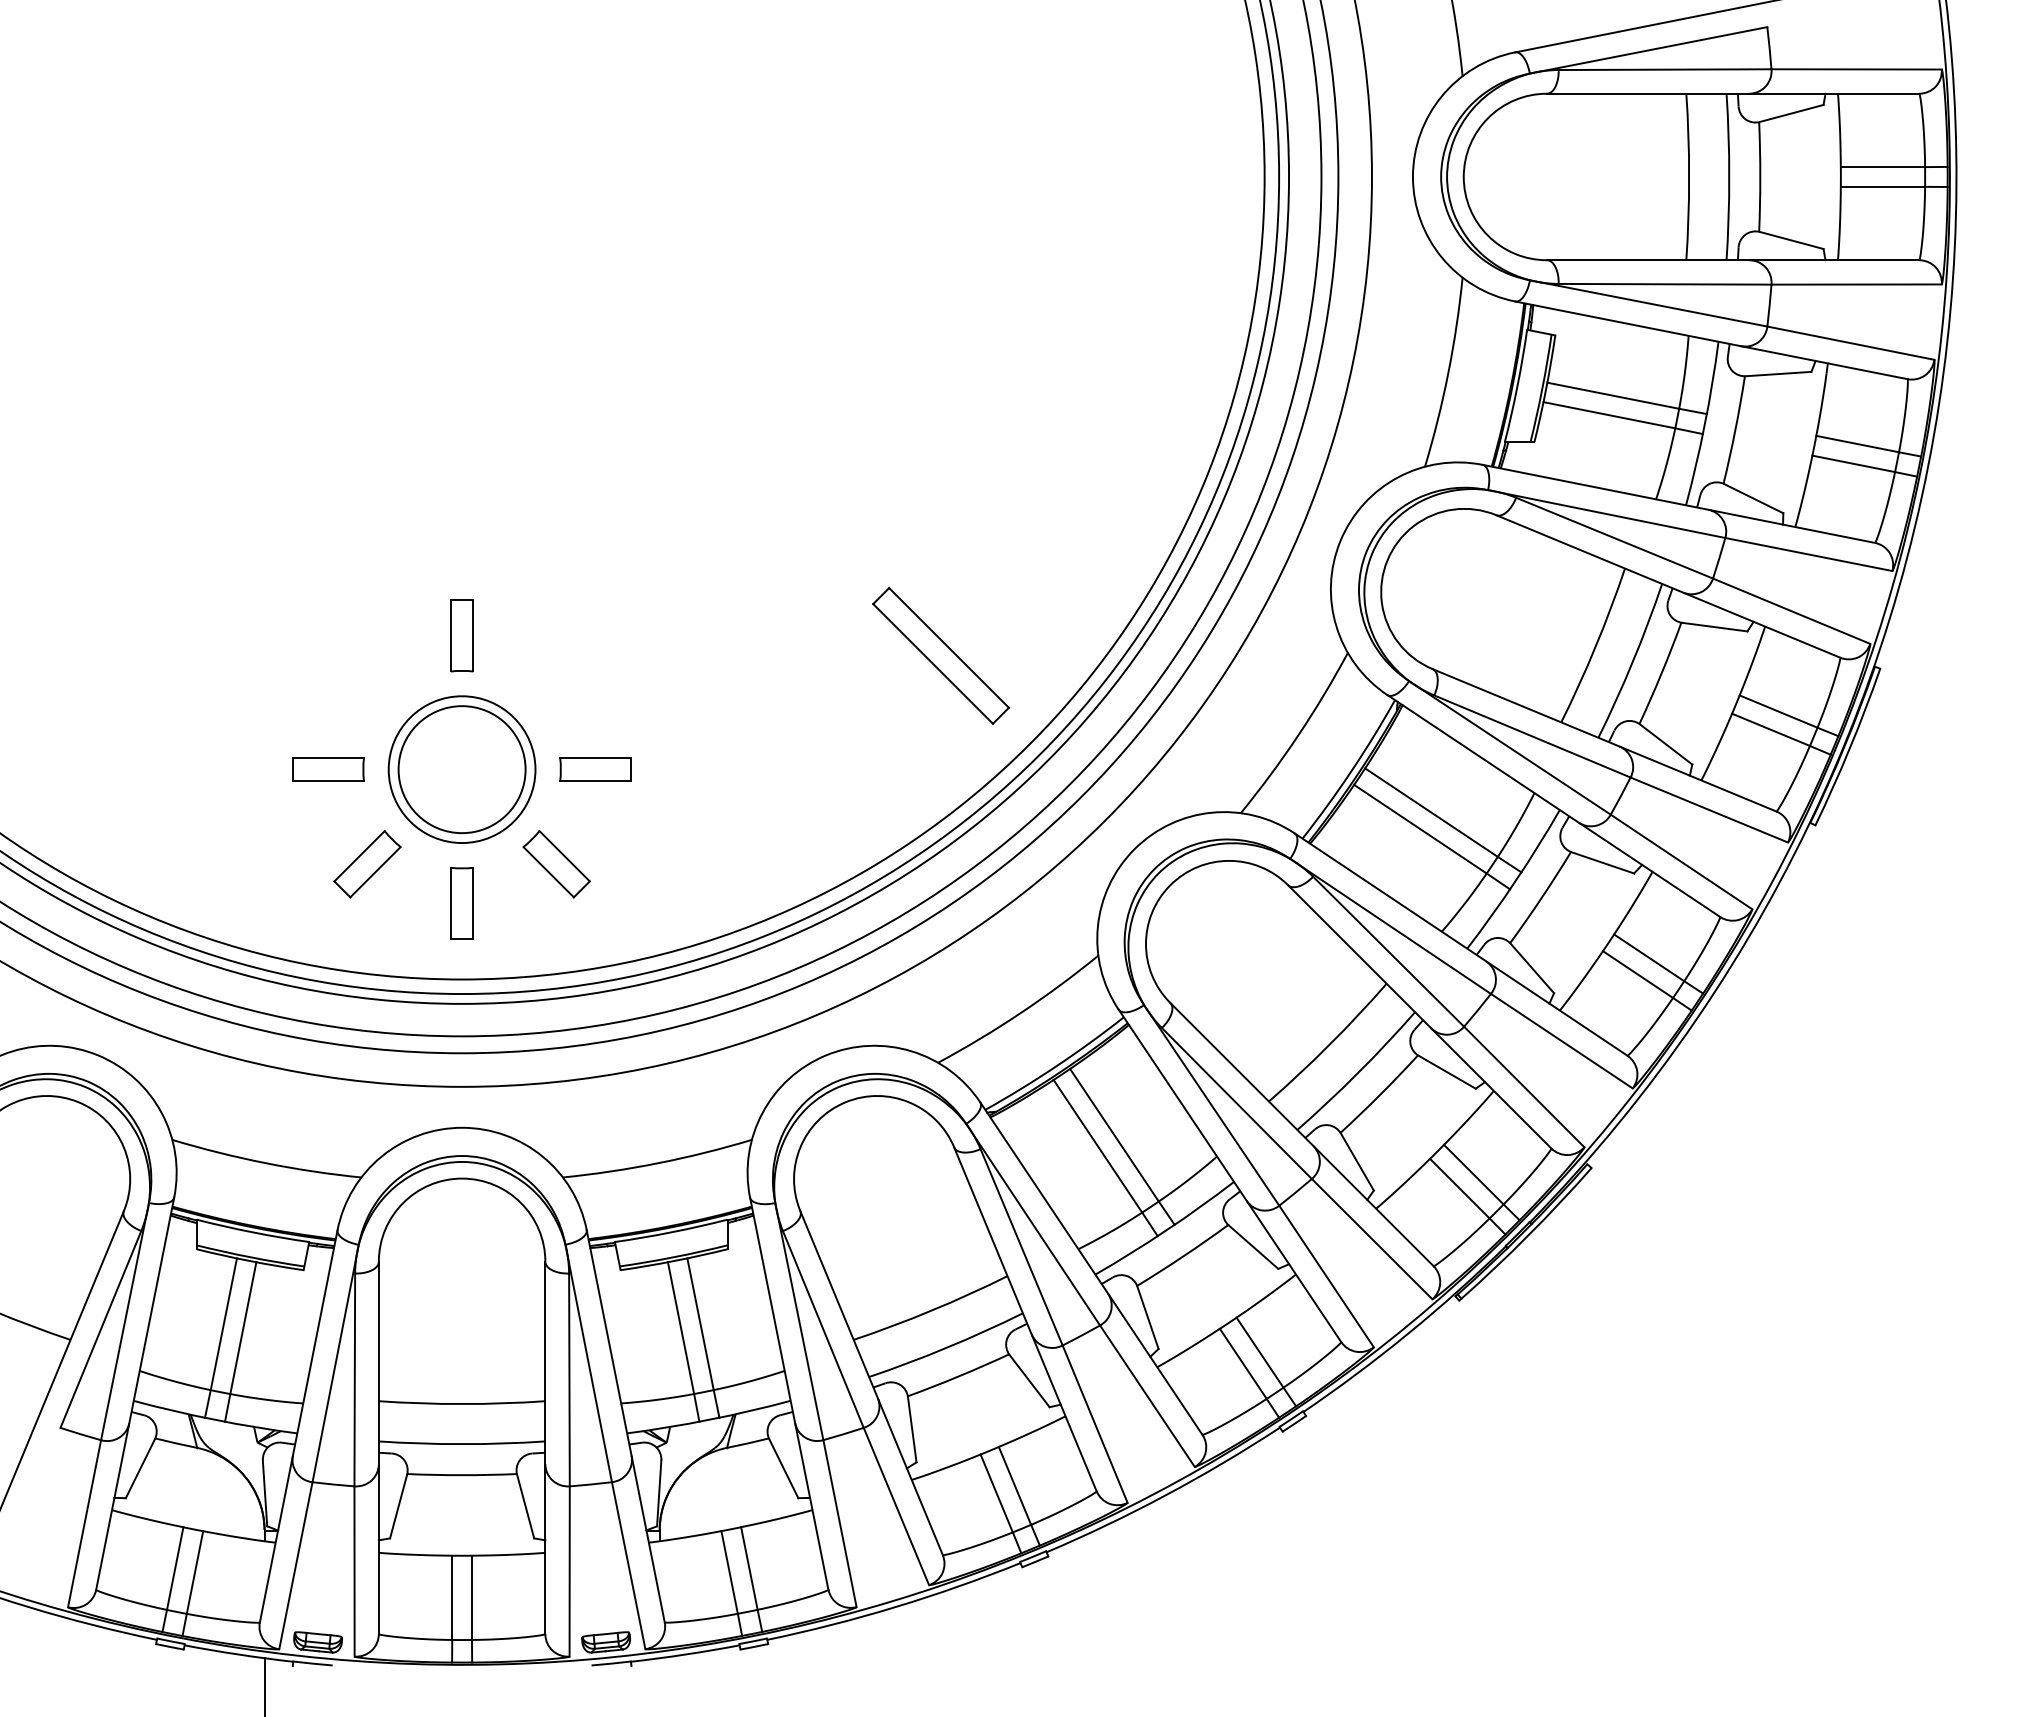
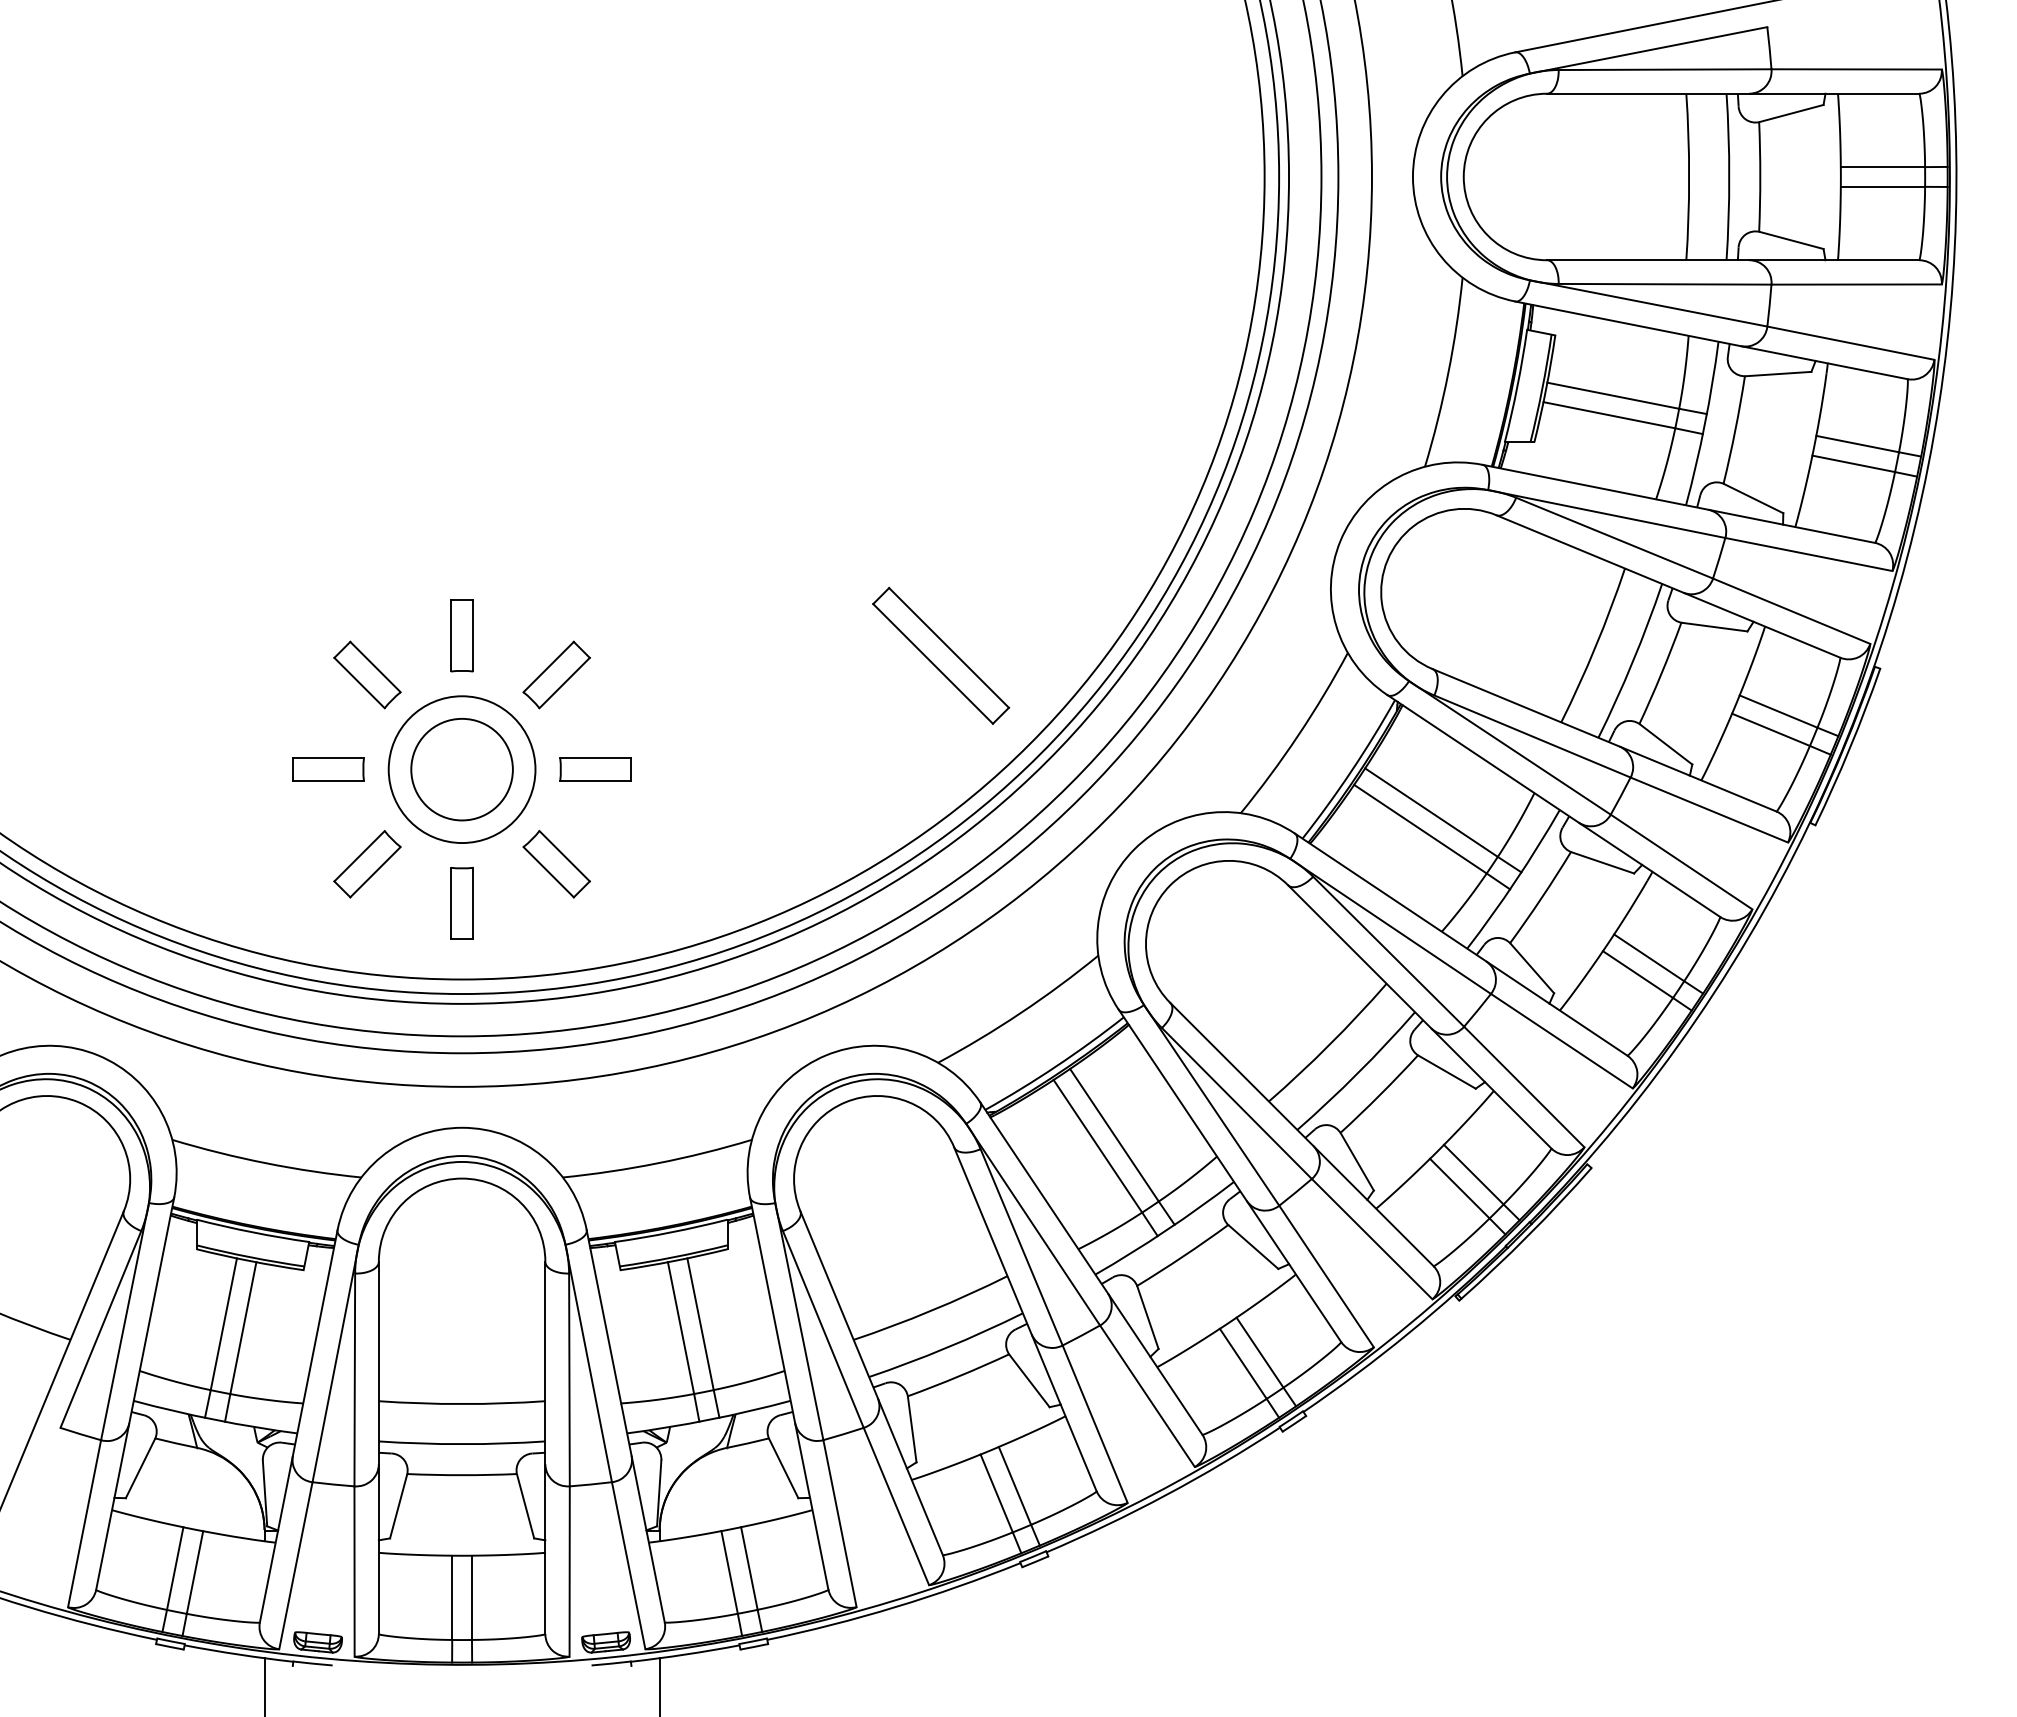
part at (367, 674): none -> present
part at (556, 674): none -> present
circle at (461, 769) diameter: 127 px -> 102 px
line at (659, 1685): none -> present
